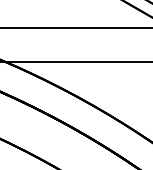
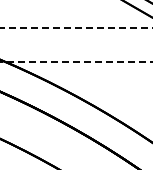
line at (76, 27): solid -> dashed
line at (77, 61): solid -> dashed
